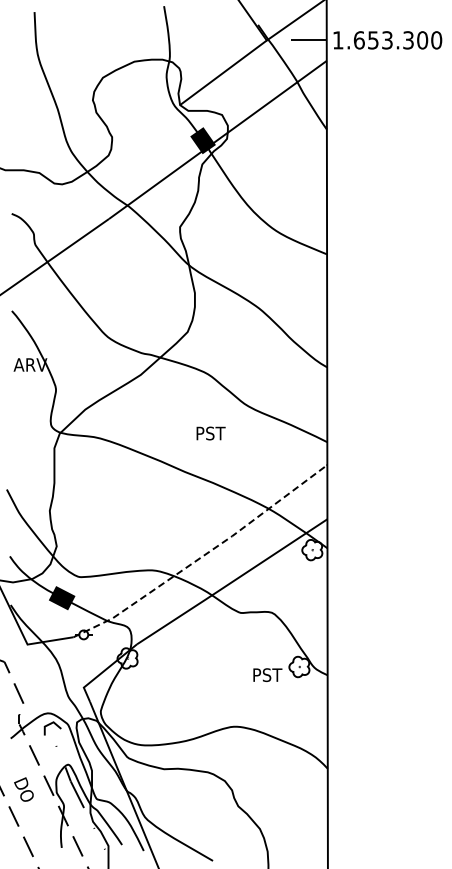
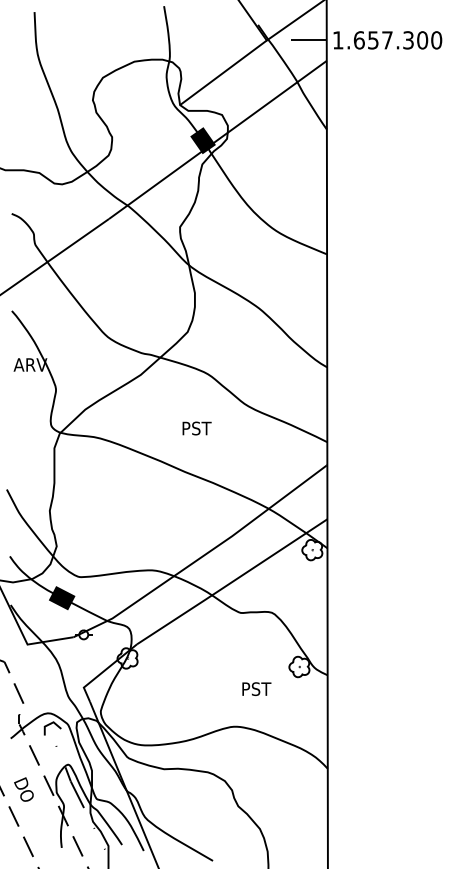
text at (387, 40): 1.653.300 -> 1.657.300
text at (210, 433) position: (210, 433) -> (196, 428)
line at (202, 556): dashed -> solid
text at (267, 674) position: (267, 674) -> (256, 688)
